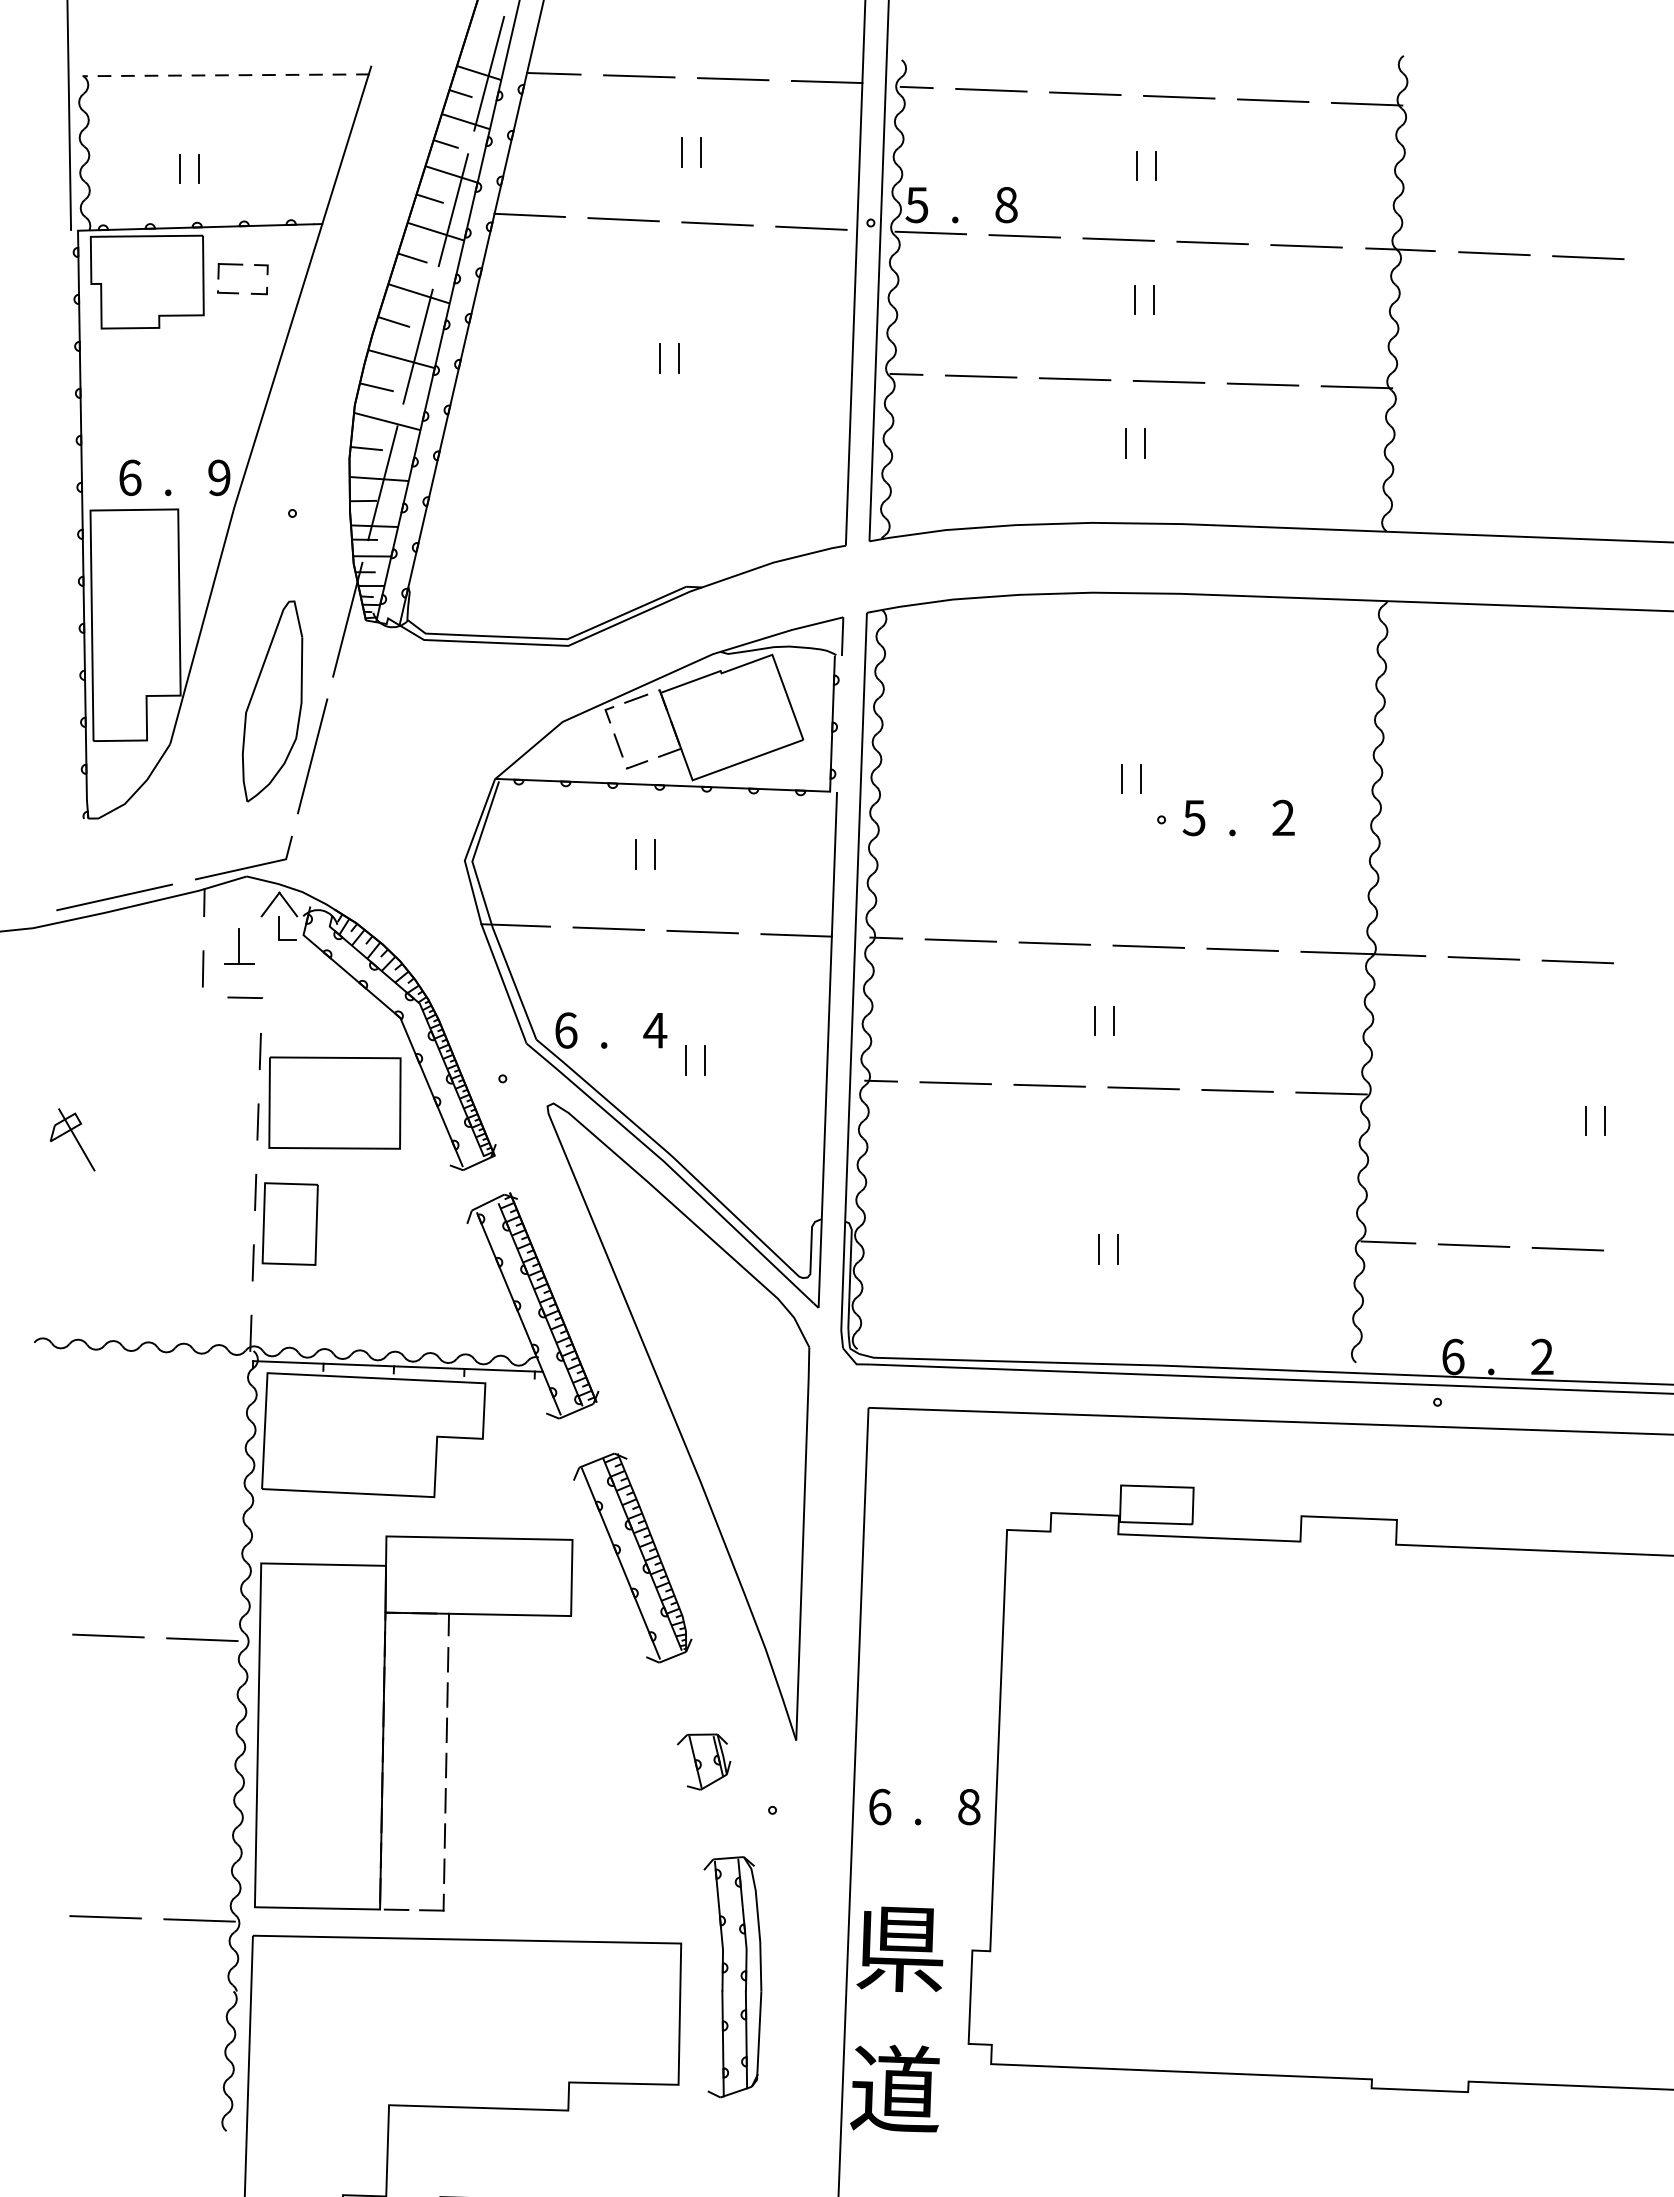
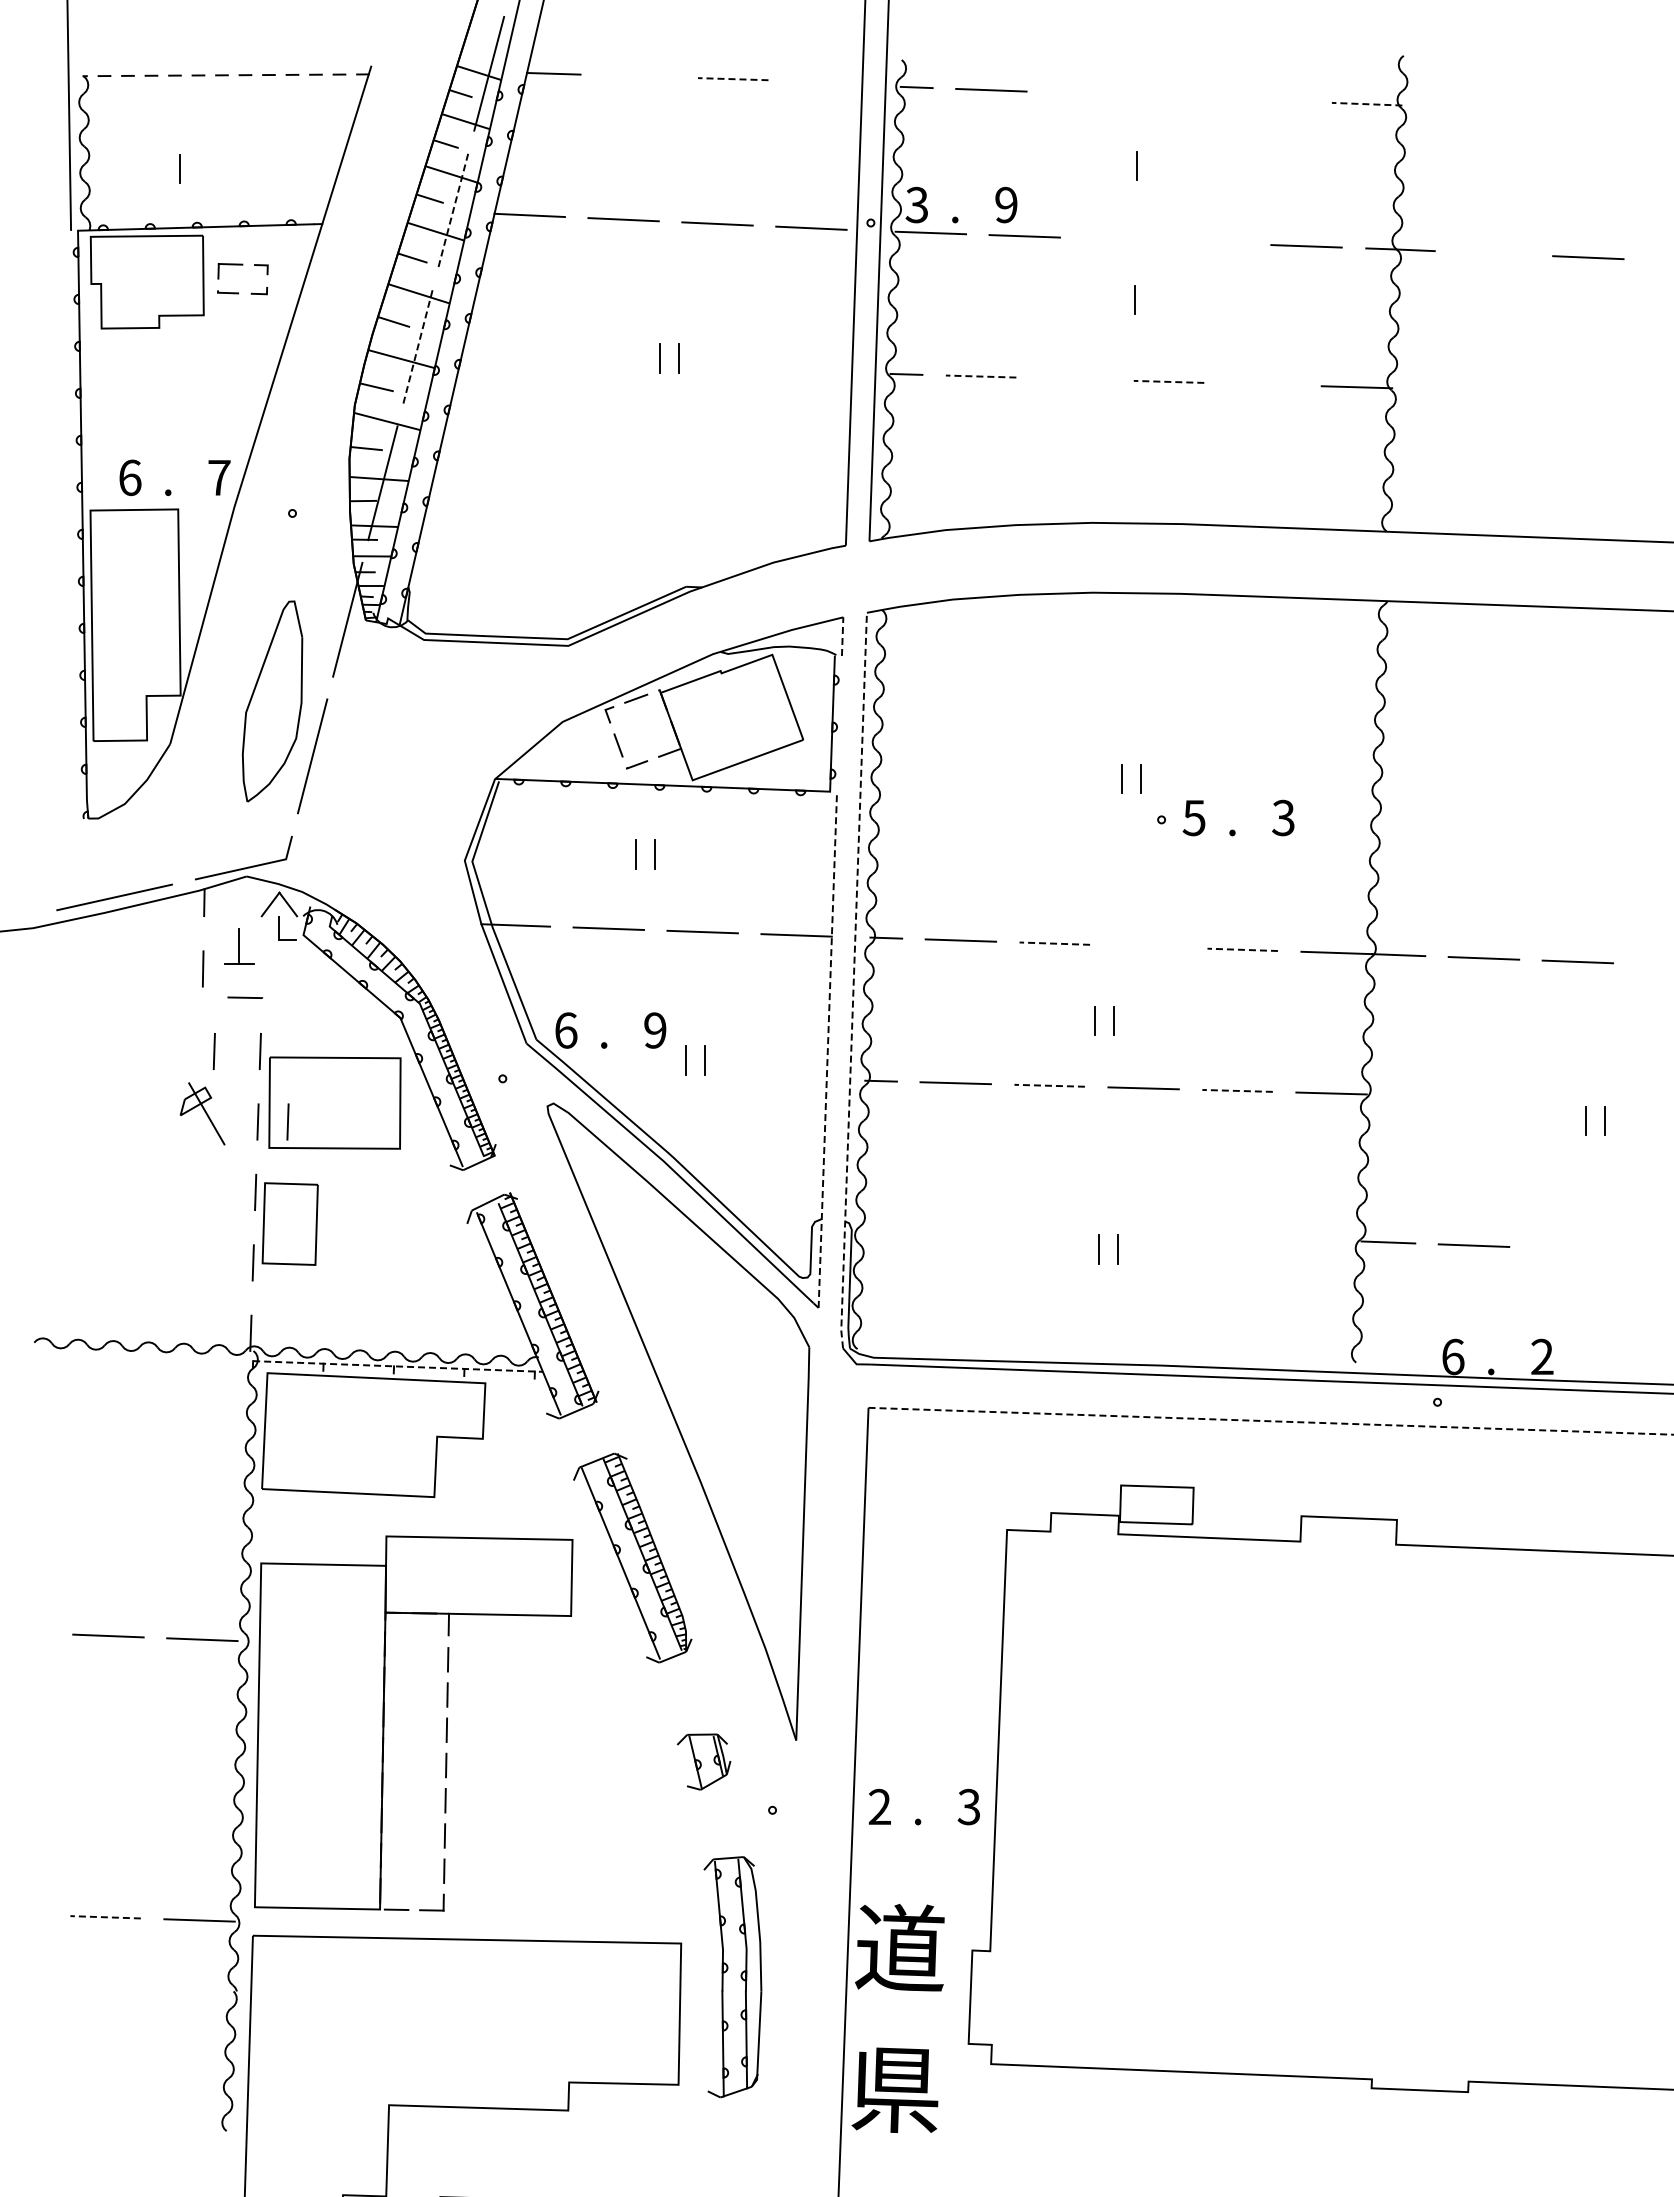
line at (639, 76): present -> none
line at (732, 79): solid -> dashed
line at (826, 81): present -> none
line at (1085, 93): present -> none
line at (1179, 96): present -> none
line at (1273, 100): present -> none
line at (1366, 104): solid -> dashed
line at (682, 152): present -> none
line at (700, 152): present -> none
line at (1156, 165): present -> none
line at (199, 169): present -> none
text at (917, 204): 5 -> 3
text at (1006, 204): 8 -> 9
line at (453, 210): solid -> dashed
line at (1118, 239): present -> none
line at (1212, 242): present -> none
line at (1494, 253): present -> none
line at (1153, 299): present -> none
line at (418, 346): solid -> dashed
line at (980, 376): solid -> dashed
line at (1074, 379): present -> none
line at (1168, 381): solid -> dashed
line at (1262, 384): present -> none
line at (1126, 443): present -> none
line at (1145, 443): present -> none
text at (219, 477): 9 -> 7
line at (842, 636): solid -> dashed
text at (1283, 818): 2 -> 3
line at (1054, 943): solid -> dashed
line at (1148, 946): present -> none
line at (1242, 949): solid -> dashed
line at (853, 981): solid -> dashed
text at (655, 1030): 4 -> 9
line at (827, 1049): solid -> dashed
line at (213, 1051): none -> present
line at (1049, 1085): solid -> dashed
line at (1237, 1090): solid -> dashed
line at (287, 1121): none -> present
part at (72, 1139) position: (72, 1139) -> (202, 1113)
line at (1567, 1248): present -> none
line at (398, 1366): solid -> dashed
line at (1271, 1421): solid -> dashed
text at (879, 1806): 6 -> 2
text at (968, 1806): 8 -> 3
line at (105, 1917): solid -> dashed
text at (899, 1947): 県 -> 道
text at (894, 2088): 道 -> 県
